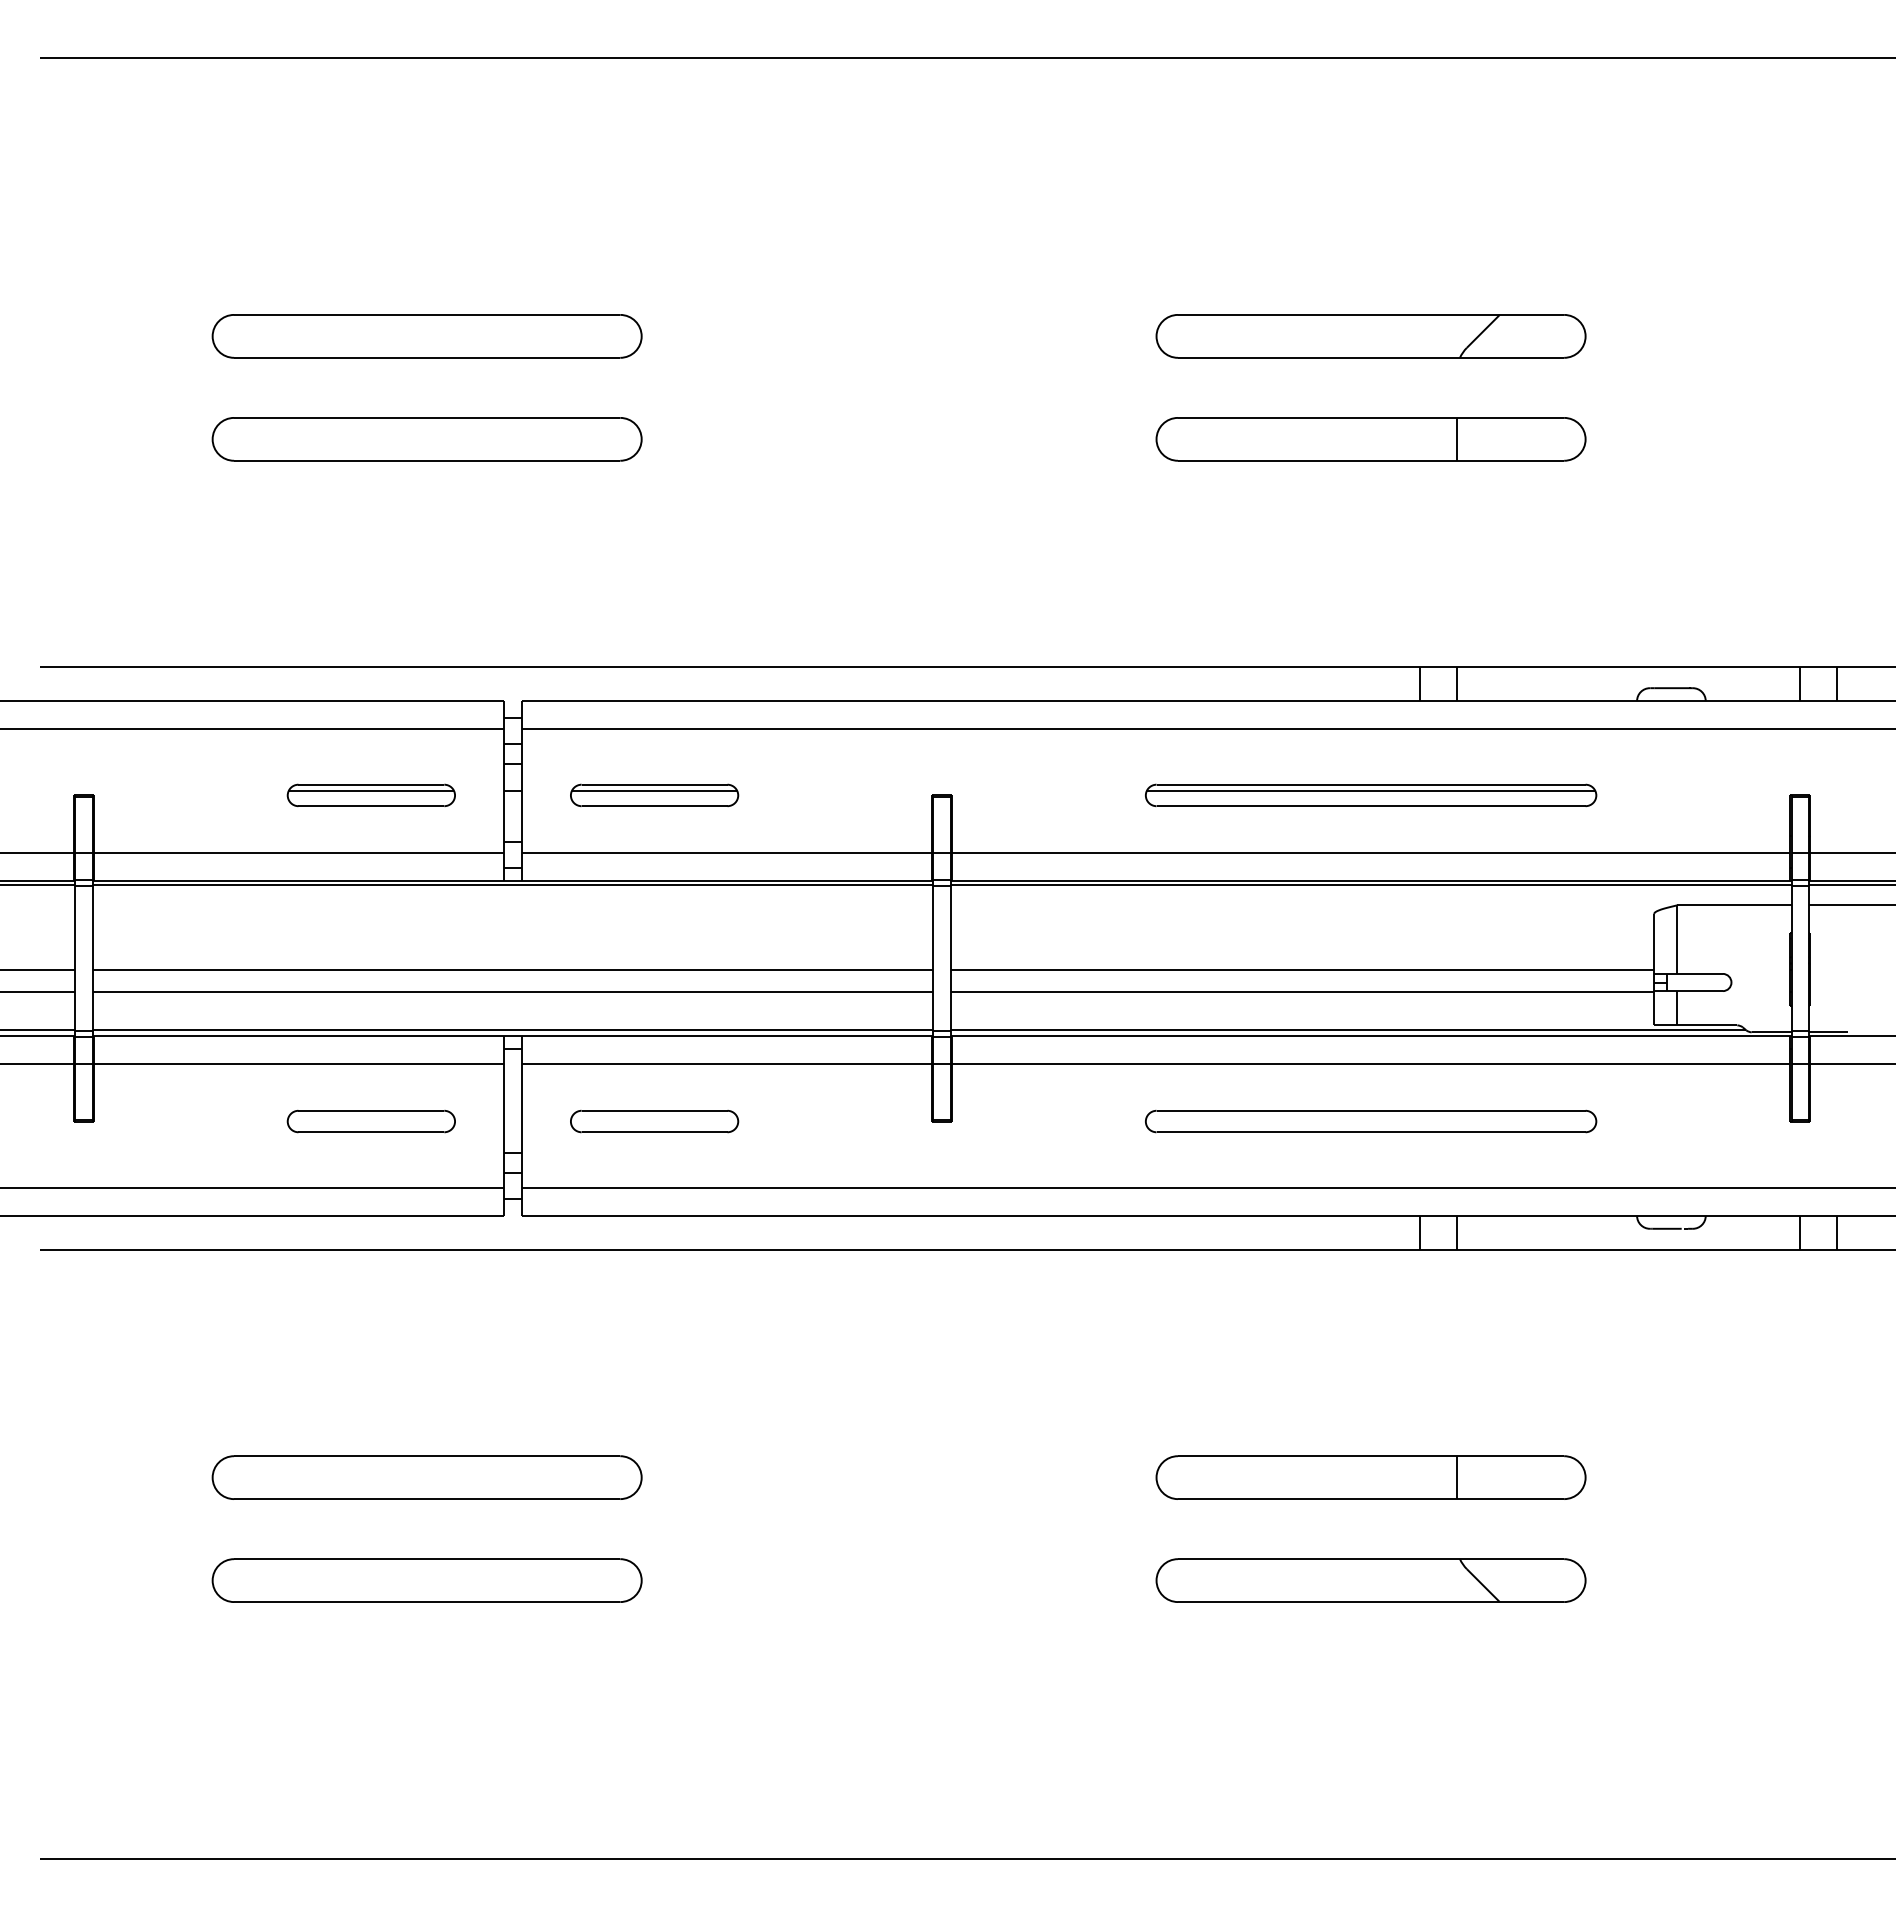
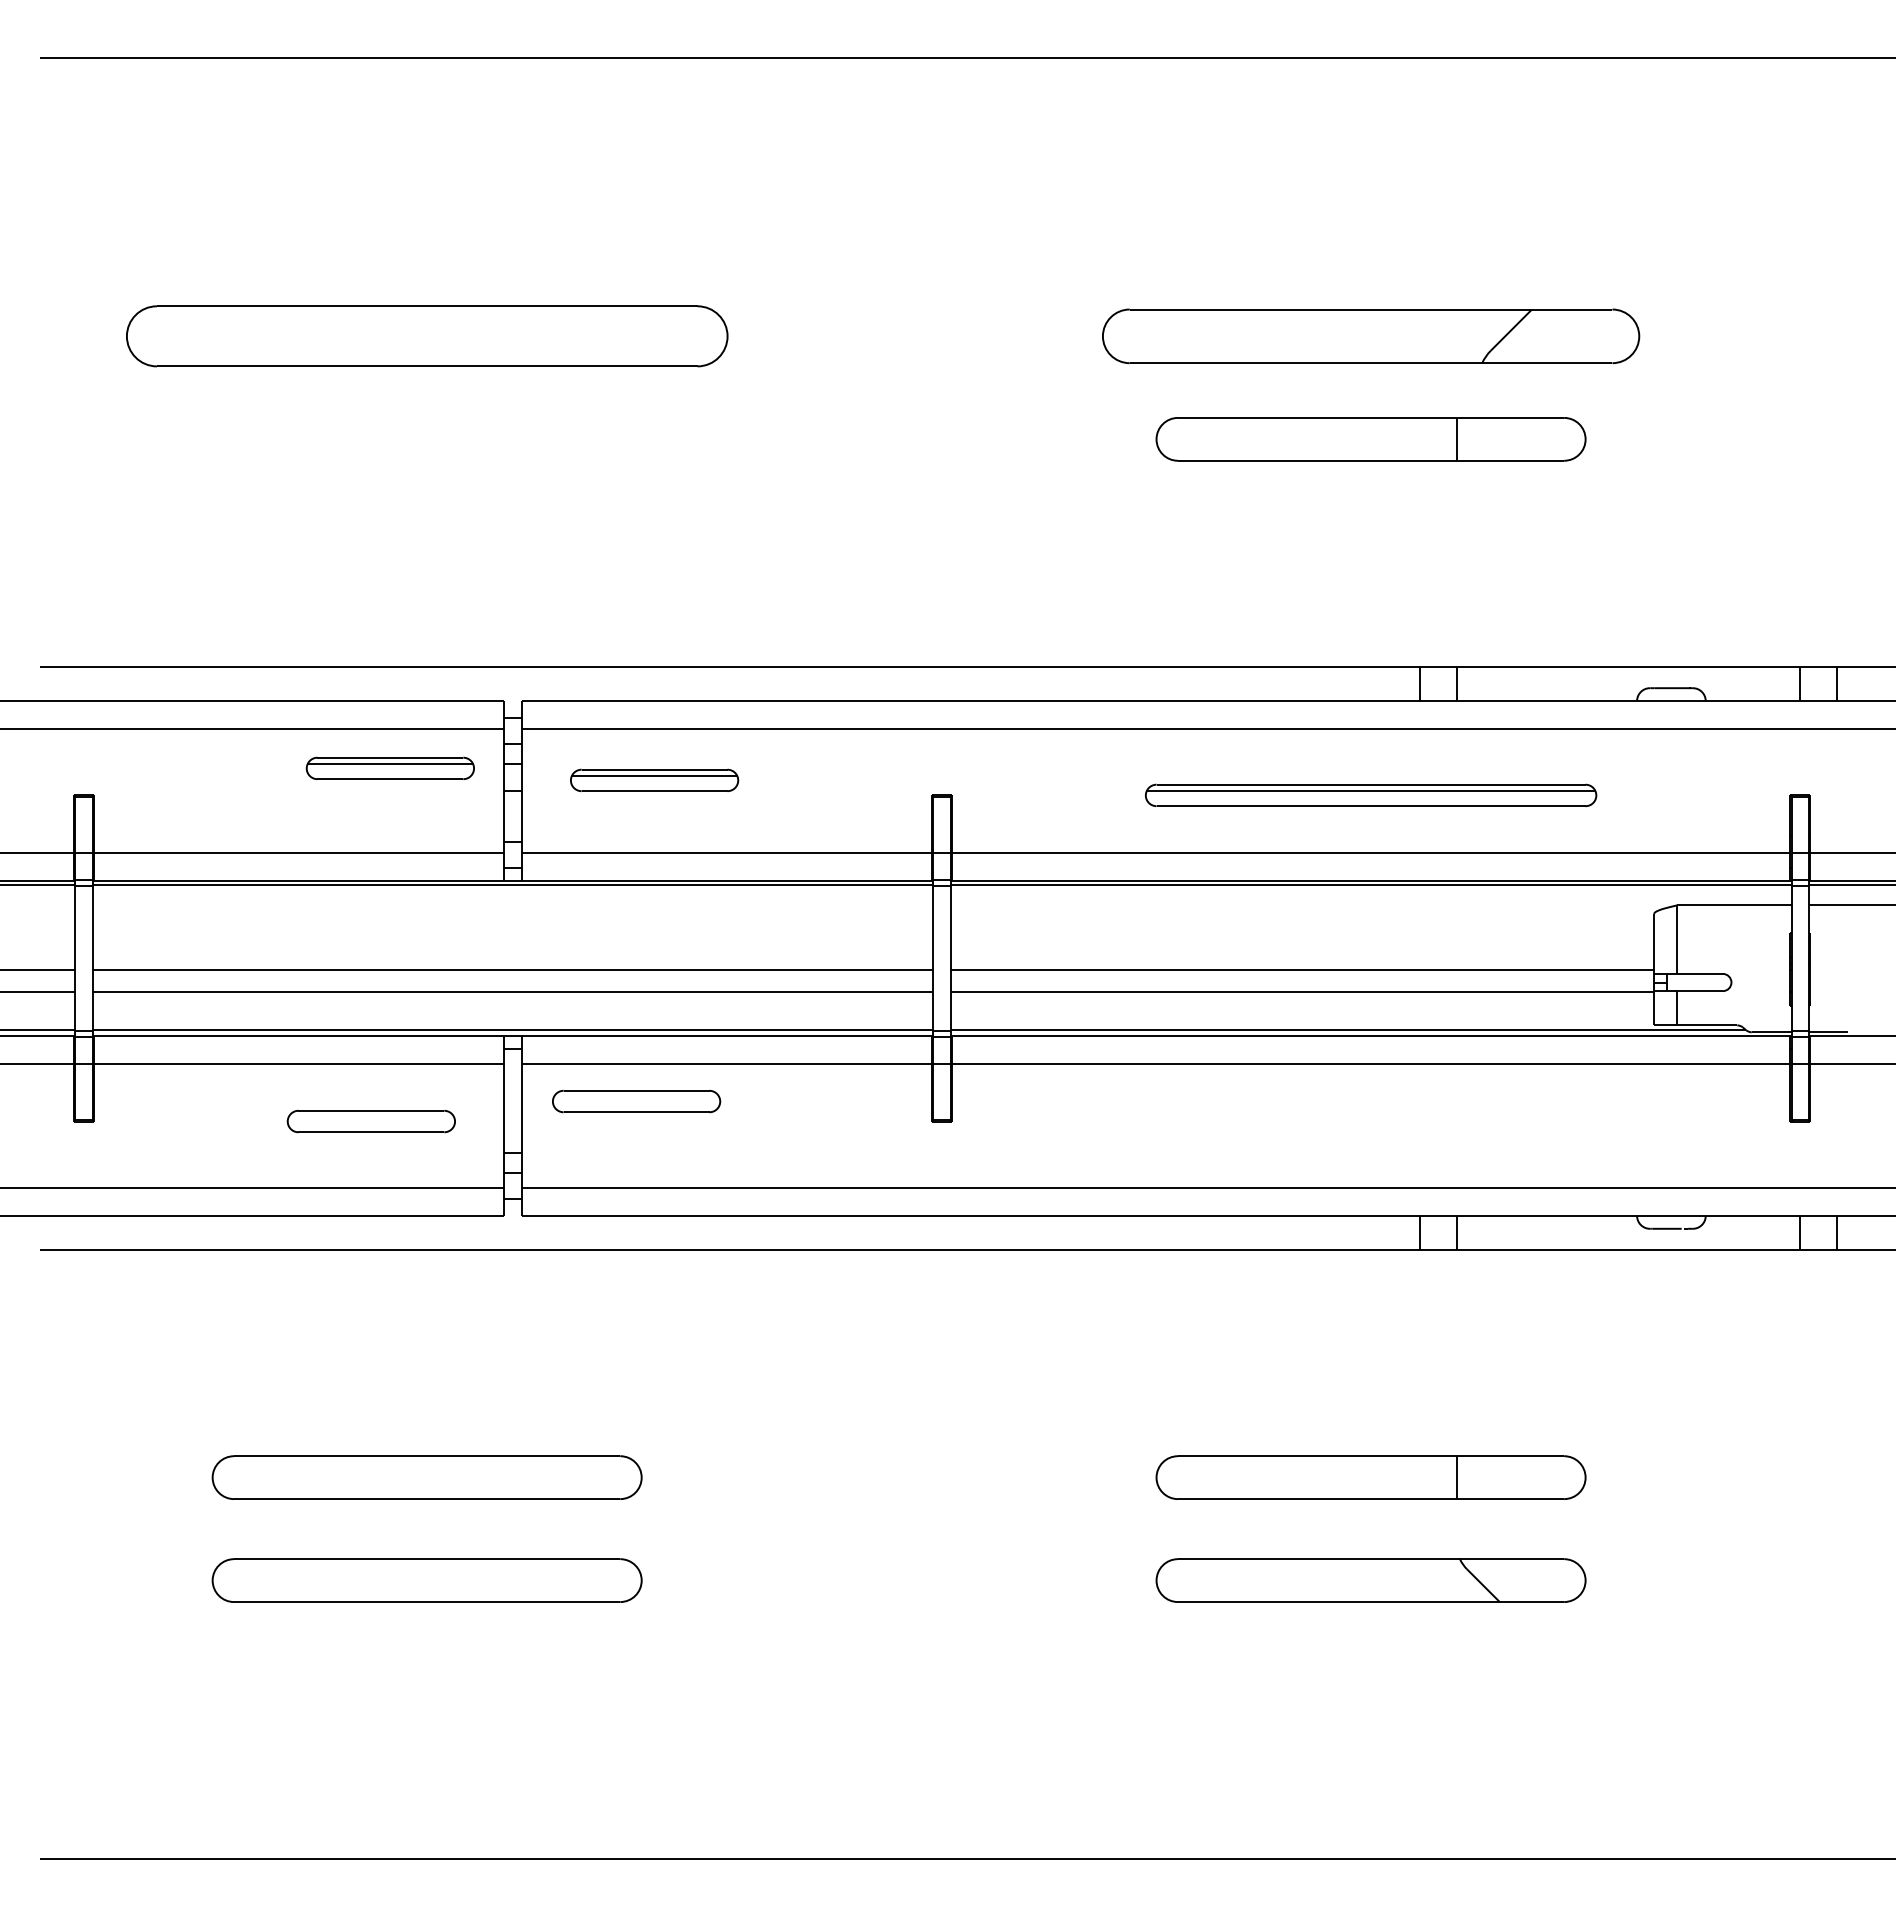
part at (426, 336) size: 432x45 px -> 603x63 px
part at (1370, 336) size: 432x45 px -> 539x56 px
part at (426, 439): present -> none
part at (370, 794) position: (370, 794) -> (389, 767)
part at (654, 794) position: (654, 794) -> (654, 779)
part at (654, 1121) position: (654, 1121) -> (636, 1101)
part at (1371, 1121): present -> none
